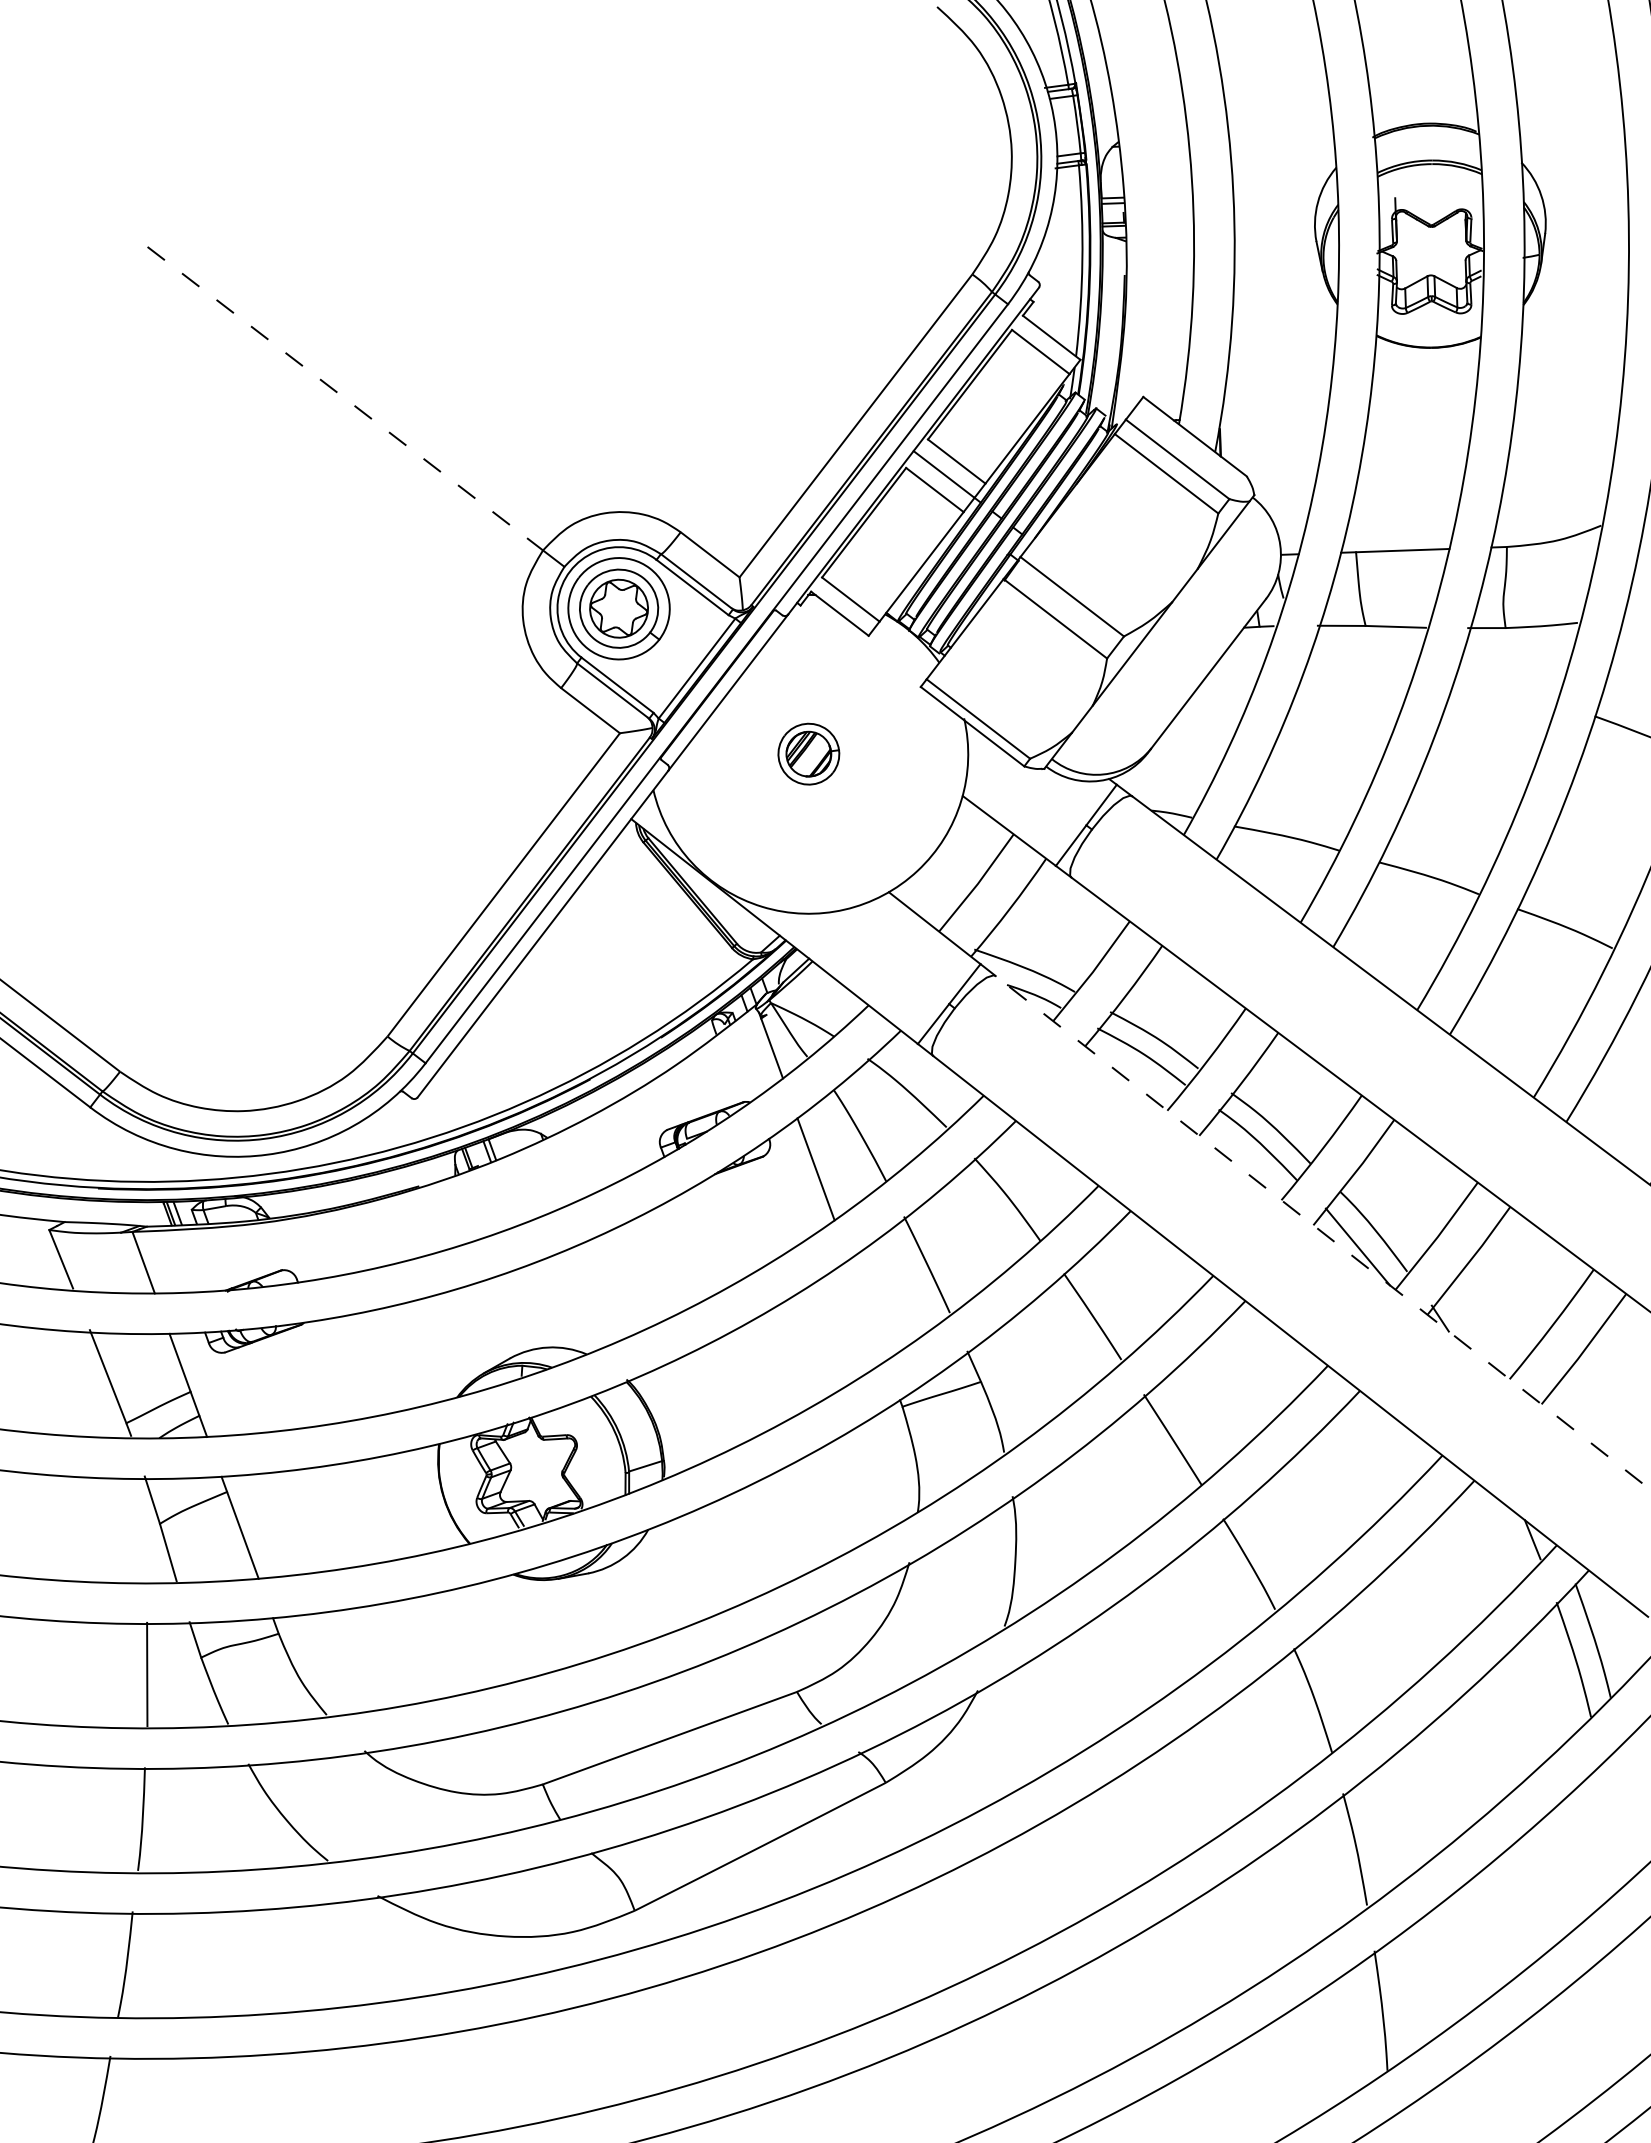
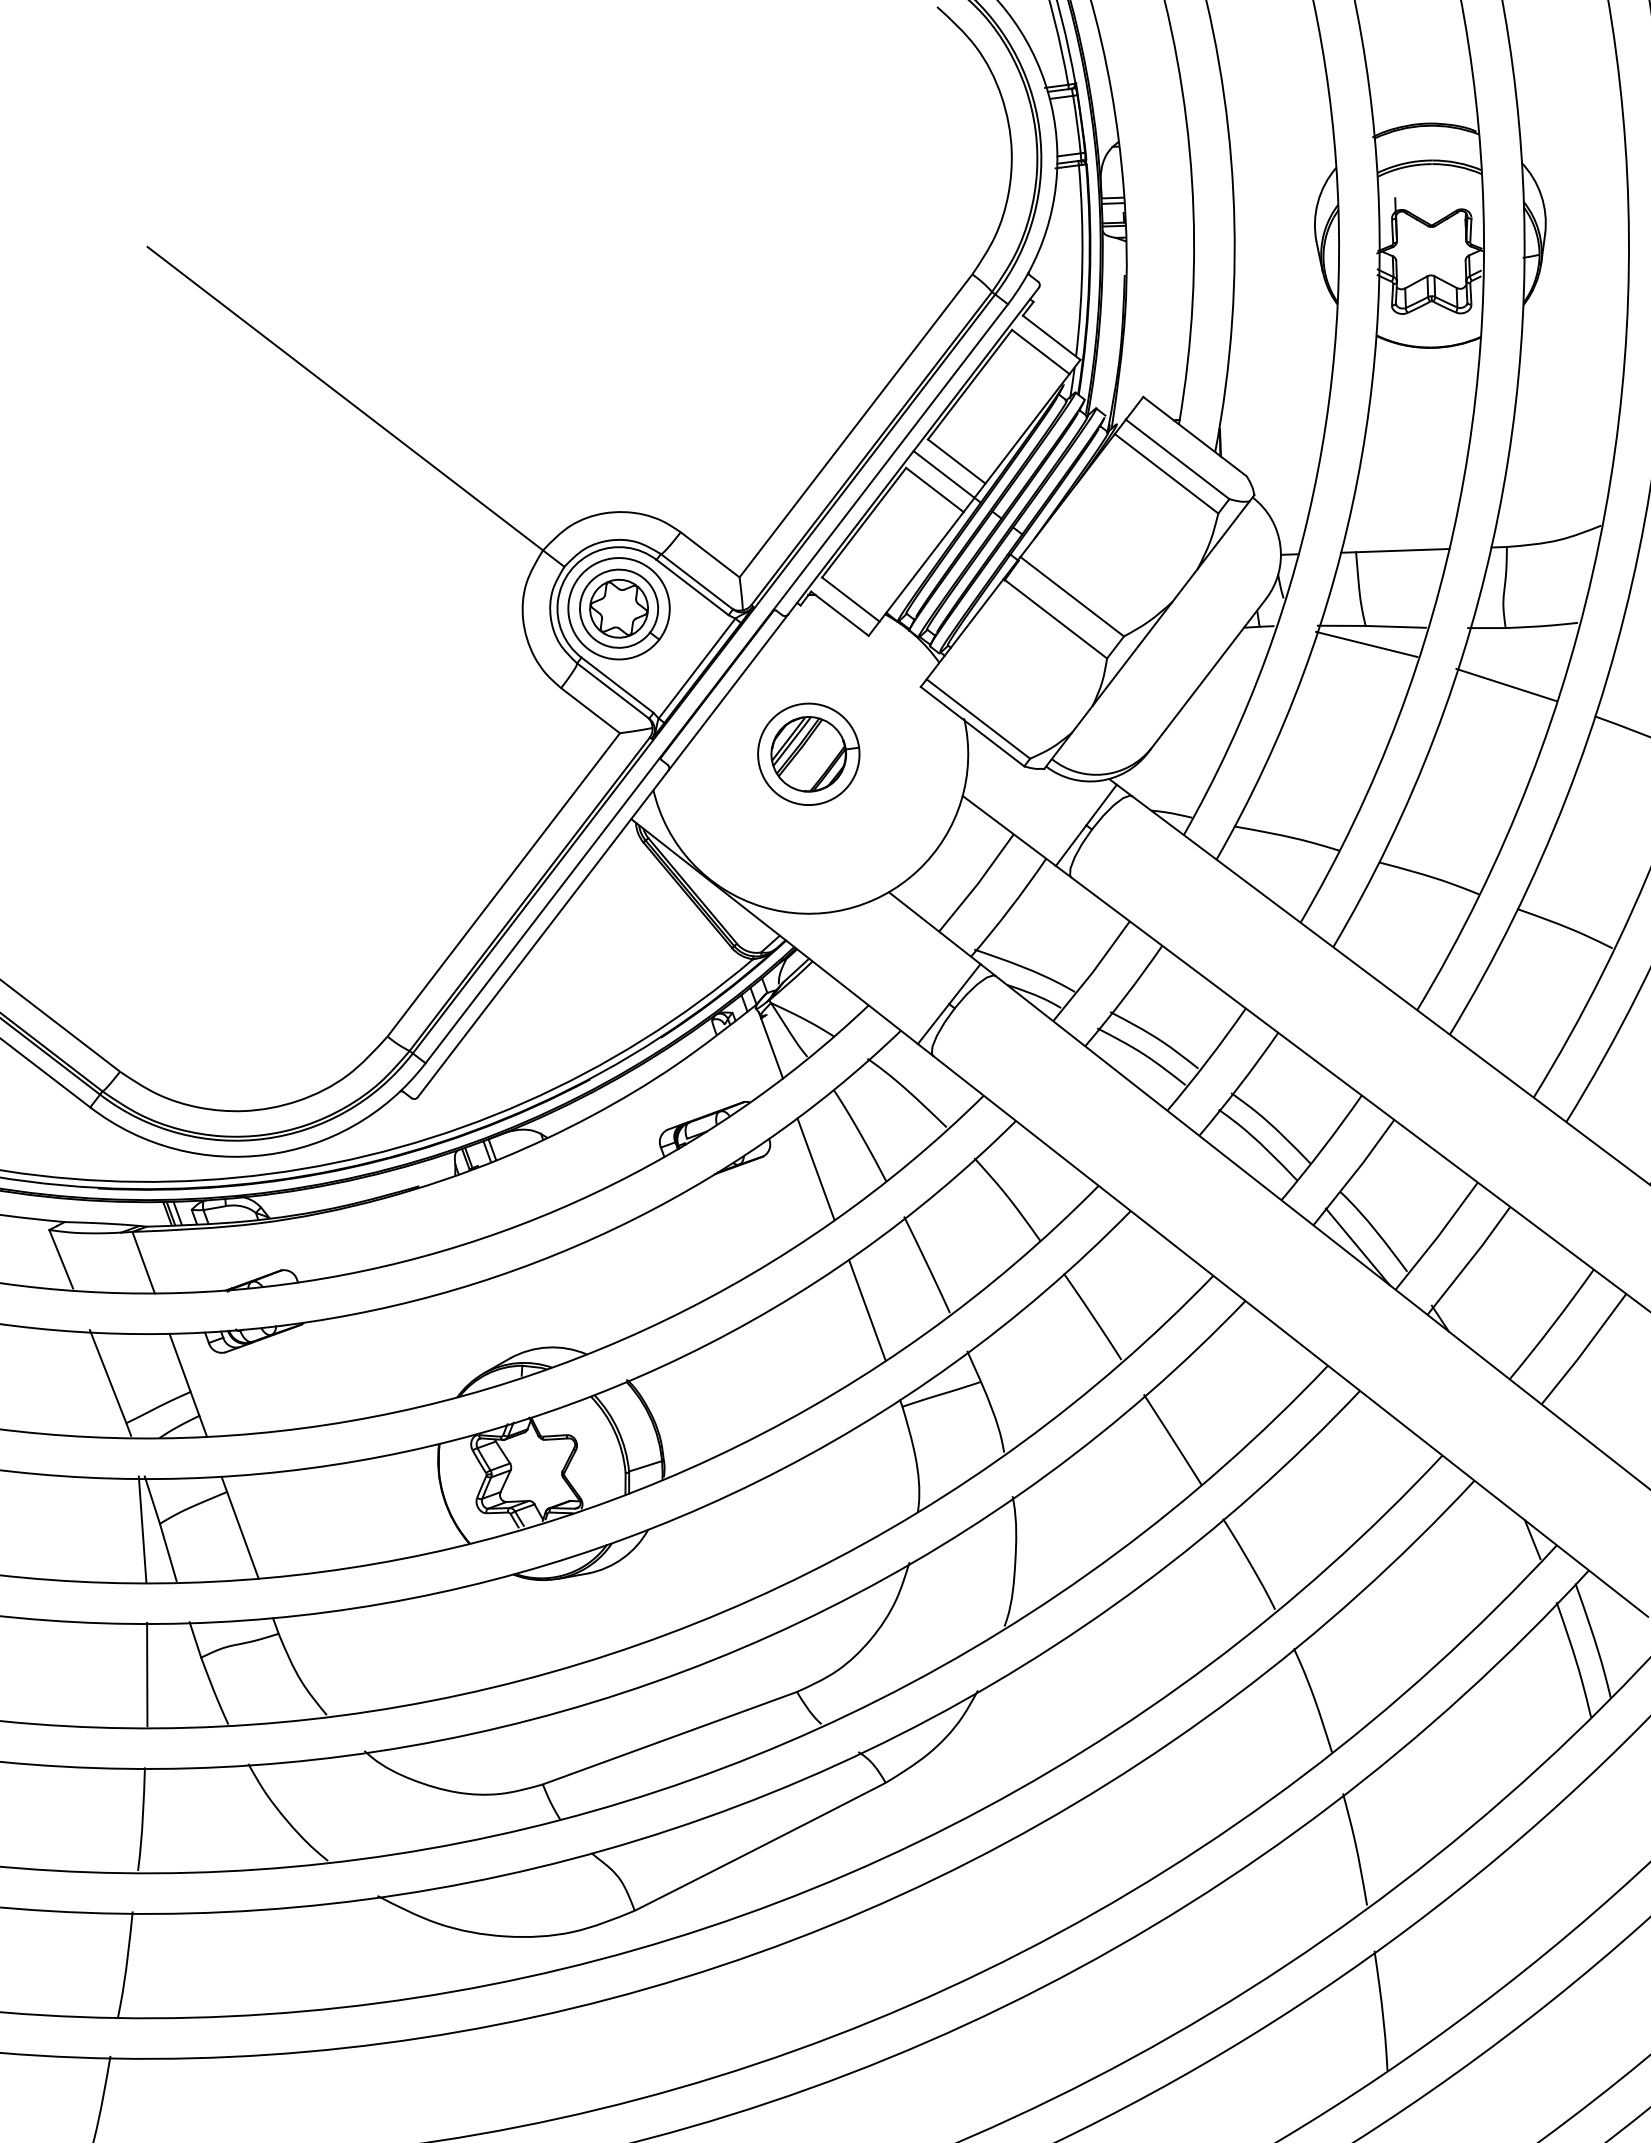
line at (345, 399): dashed -> solid
line at (1366, 643): none -> present
line at (1506, 684): none -> present
part at (808, 753) size: 64x64 px -> 104x104 px
line at (1322, 1232): dashed -> solid
line at (867, 1310): none -> present
line at (142, 1529): none -> present
